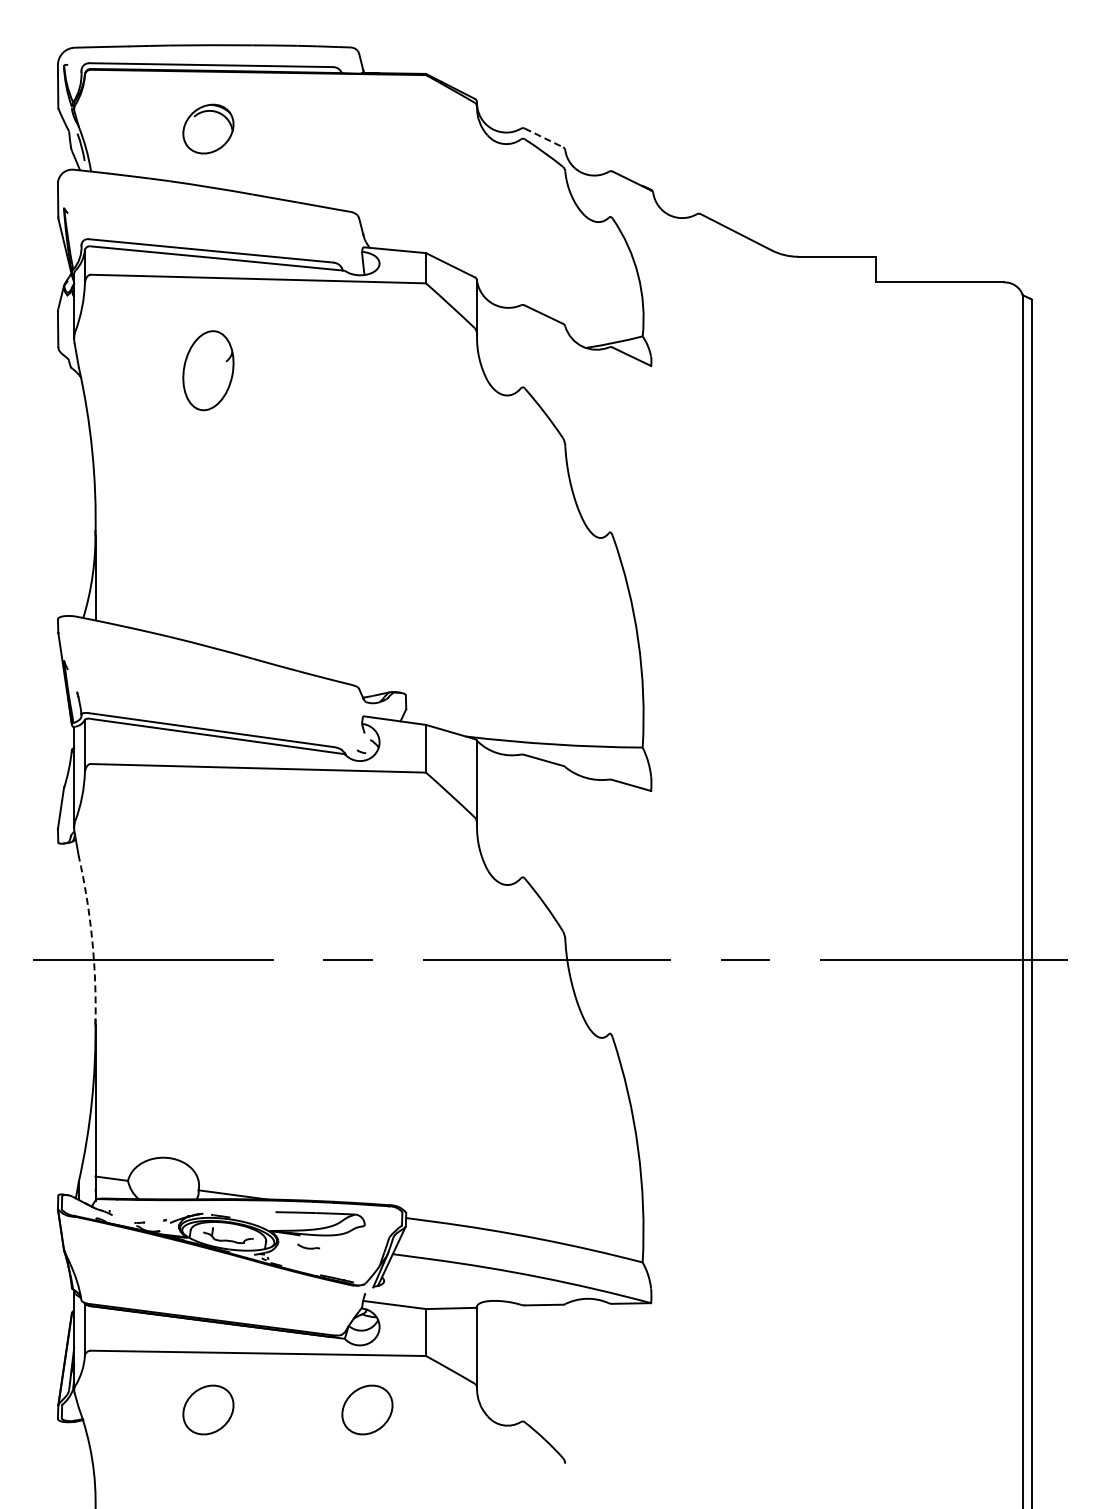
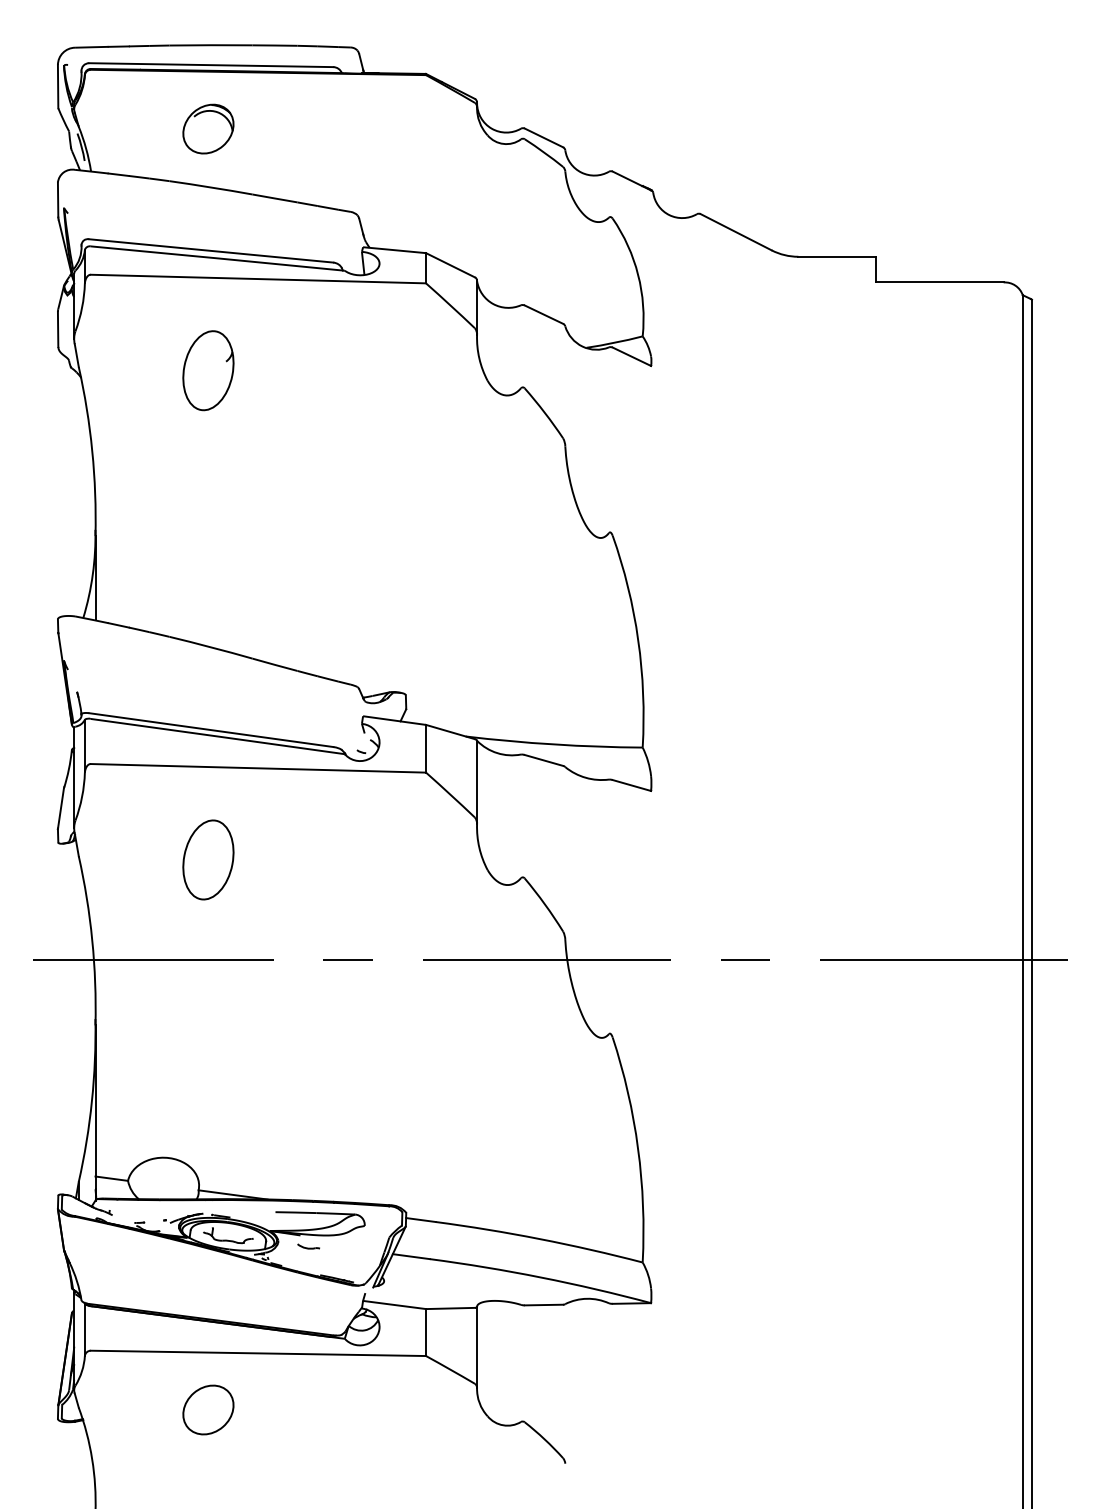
line at (544, 138): dashed -> solid
part at (208, 859): none -> present
arc at (92, 940): dashed -> solid
part at (367, 1409): present -> none
